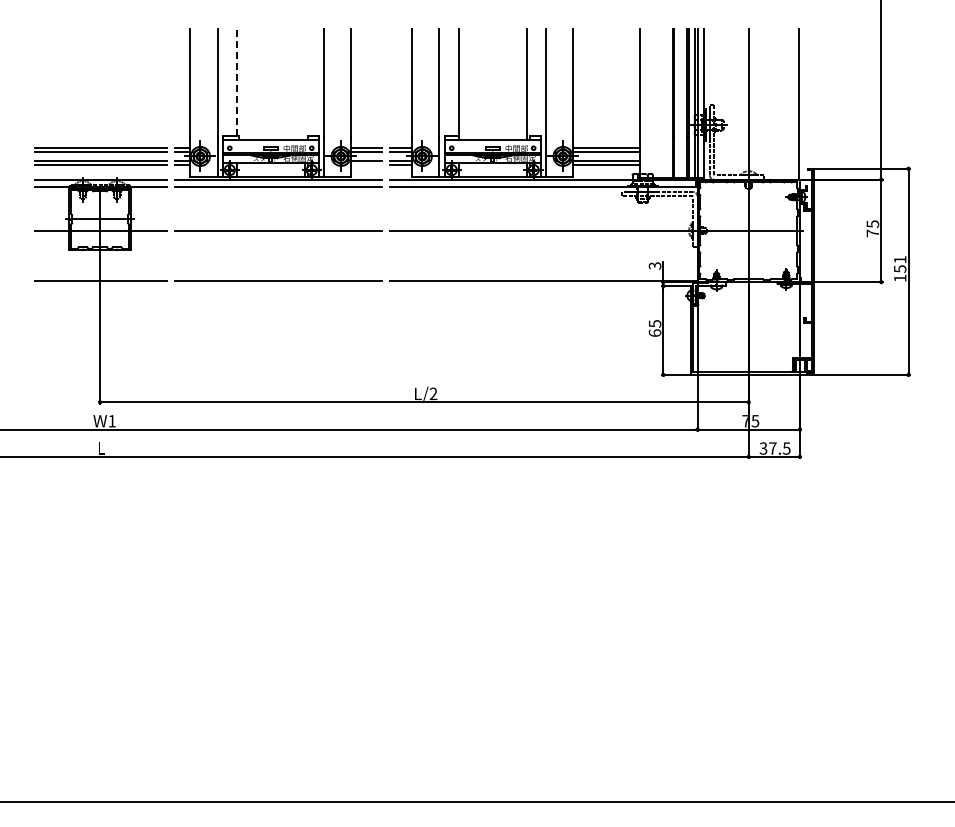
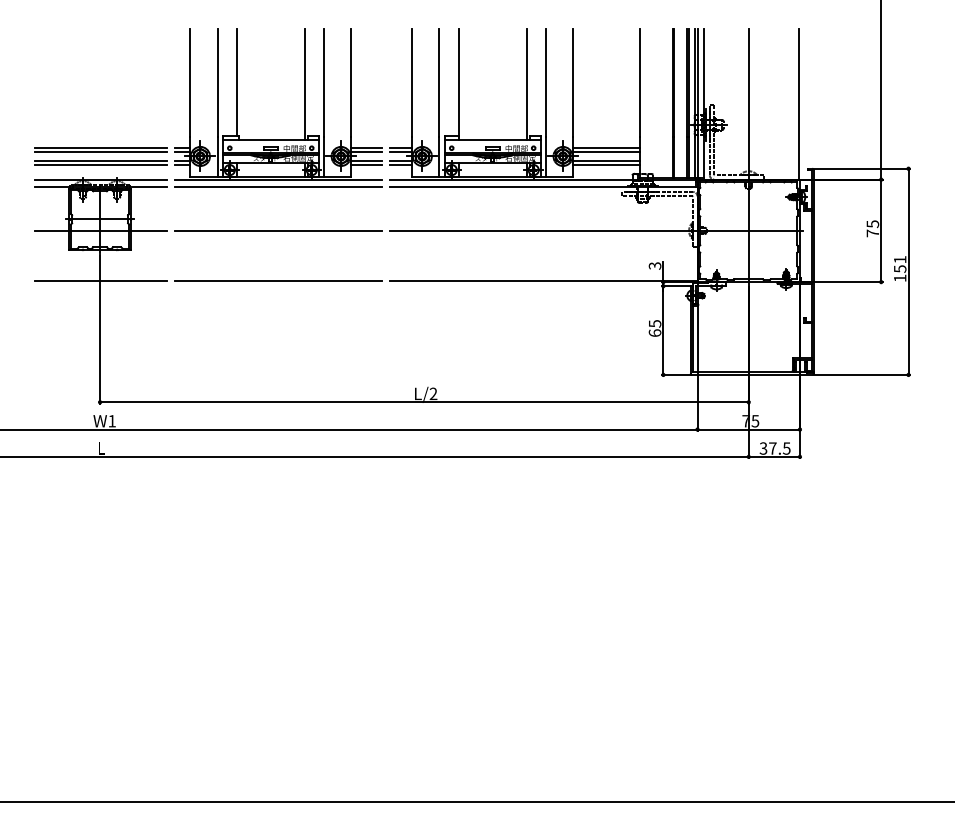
line at (236, 82): dashed -> solid
line at (304, 84): none -> present
line at (366, 165): none -> present
